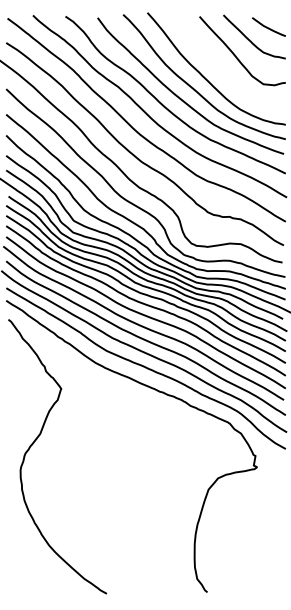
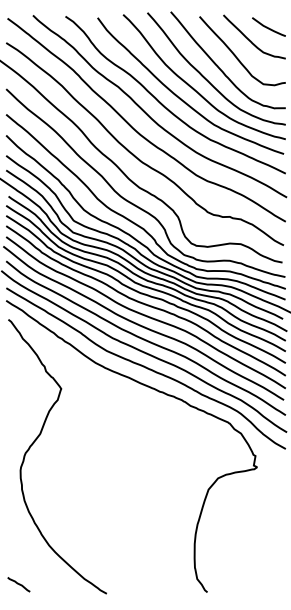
curve at (218, 65): none -> present
line at (18, 584): none -> present
